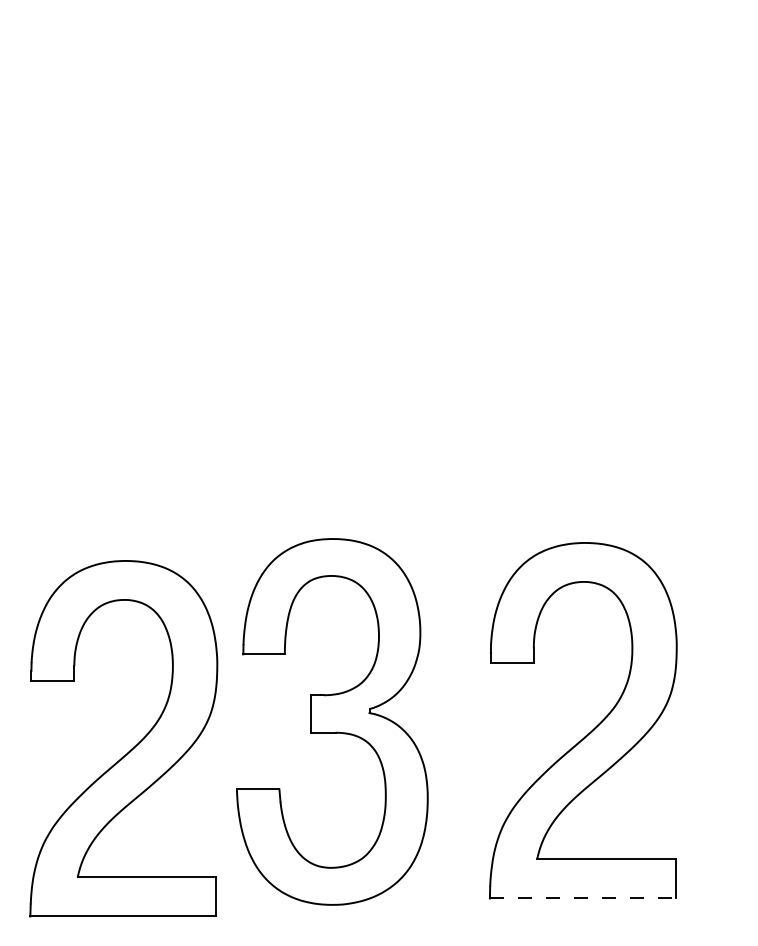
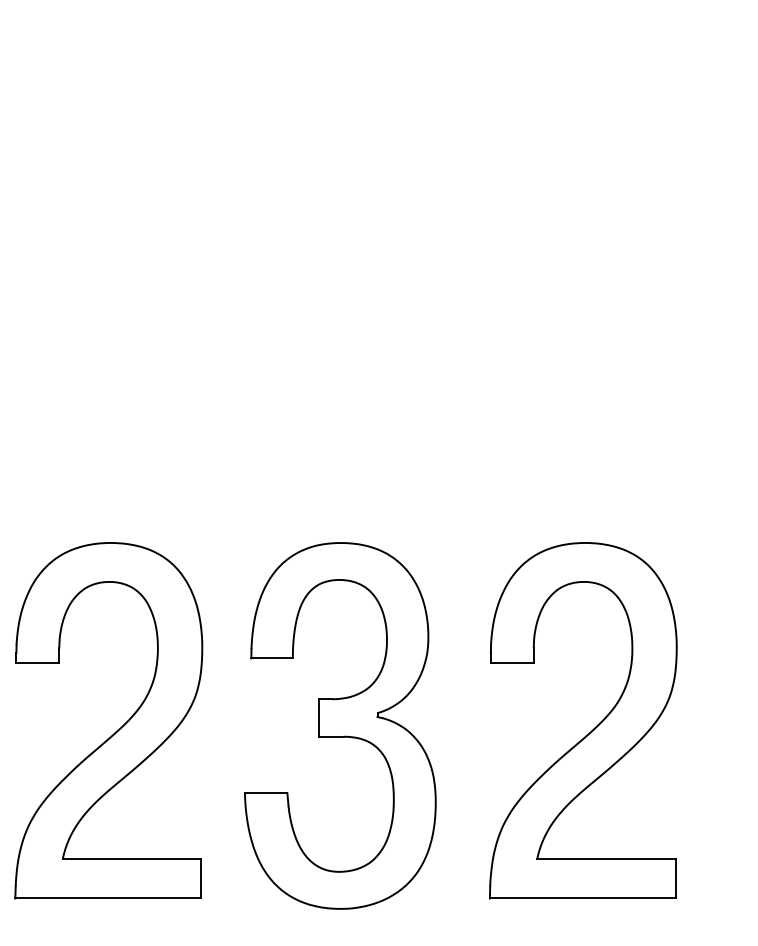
part at (332, 721) position: (332, 721) -> (340, 725)
part at (132, 747) position: (132, 747) -> (117, 729)
line at (582, 898): dashed -> solid
